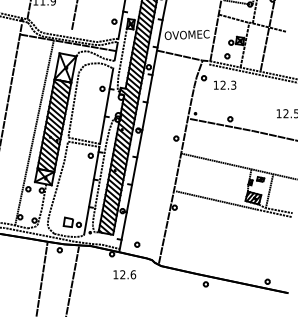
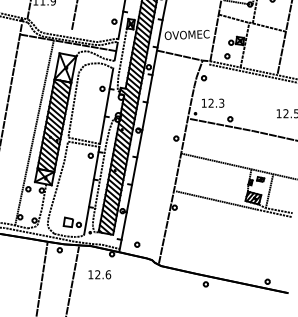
line at (267, 36) position: (267, 36) -> (284, 37)
text at (225, 84) position: (225, 84) -> (213, 102)
text at (124, 274) position: (124, 274) -> (99, 274)
